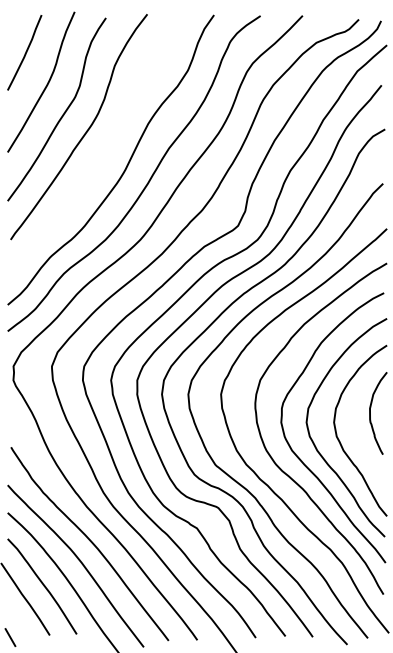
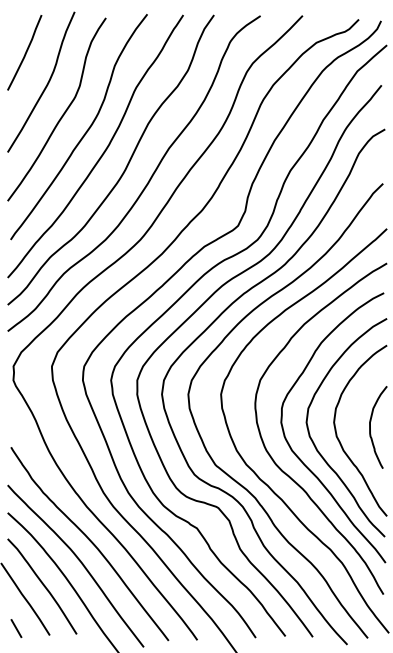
curve at (103, 151): none -> present
curve at (370, 413) position: (370, 413) -> (370, 427)
line at (10, 637) position: (10, 637) -> (16, 628)
